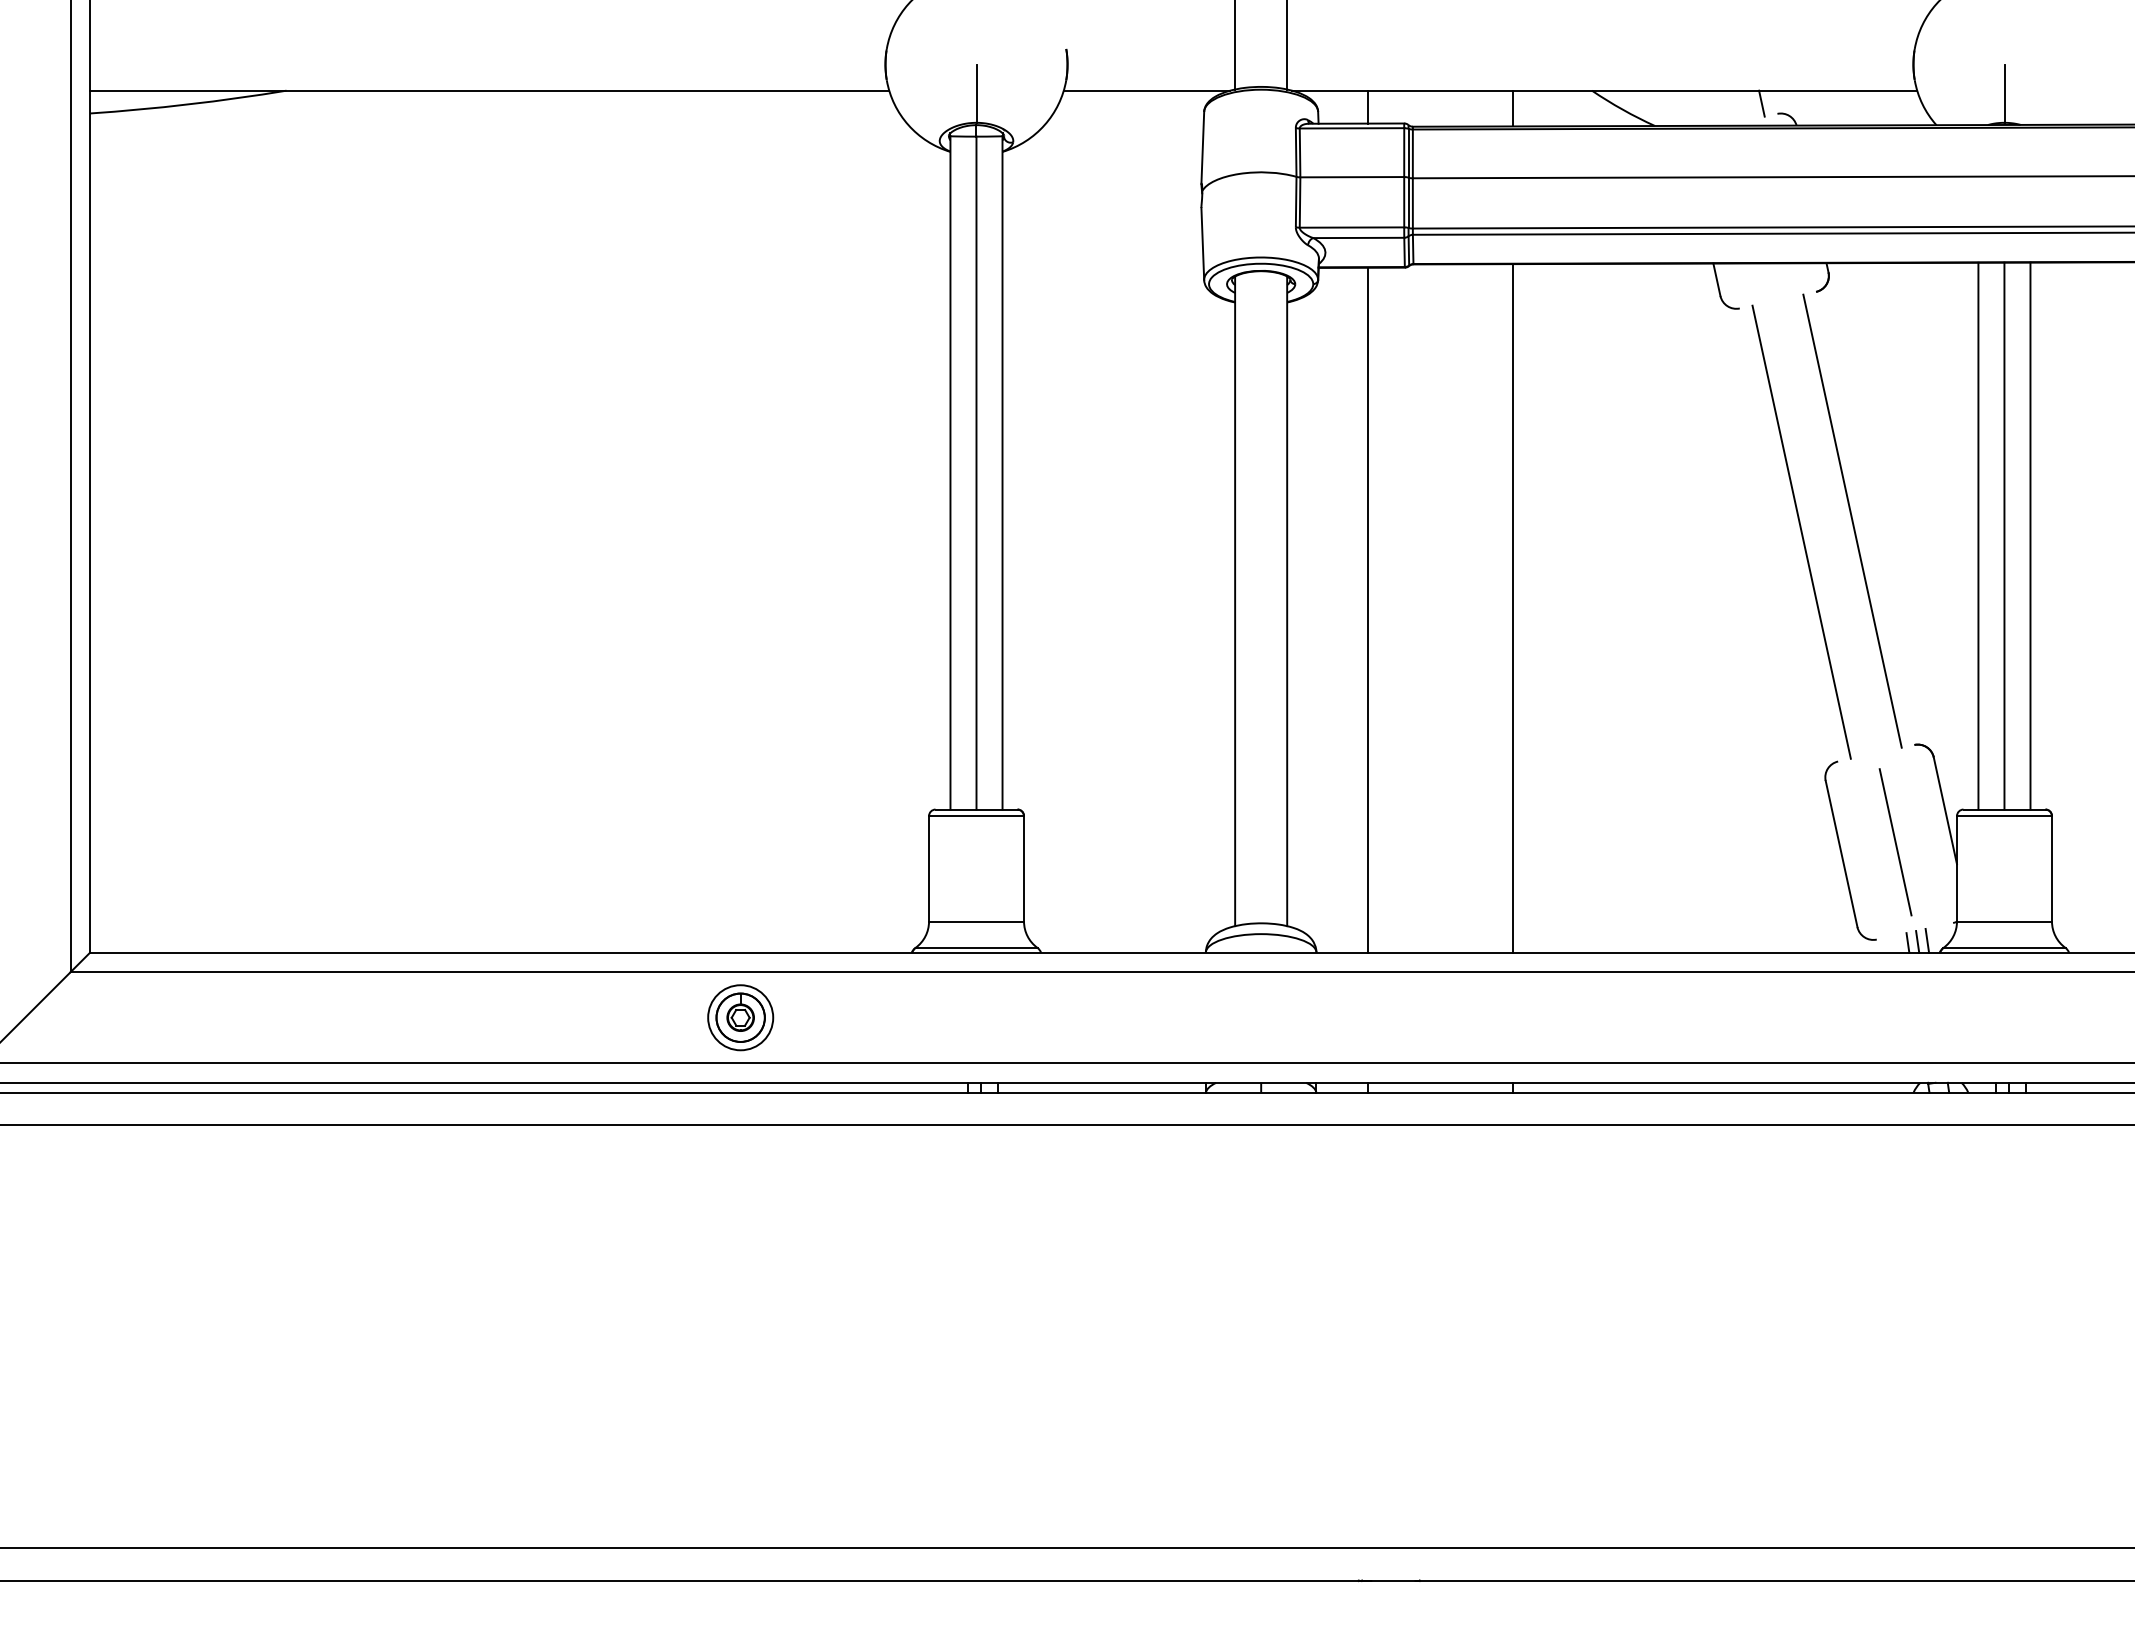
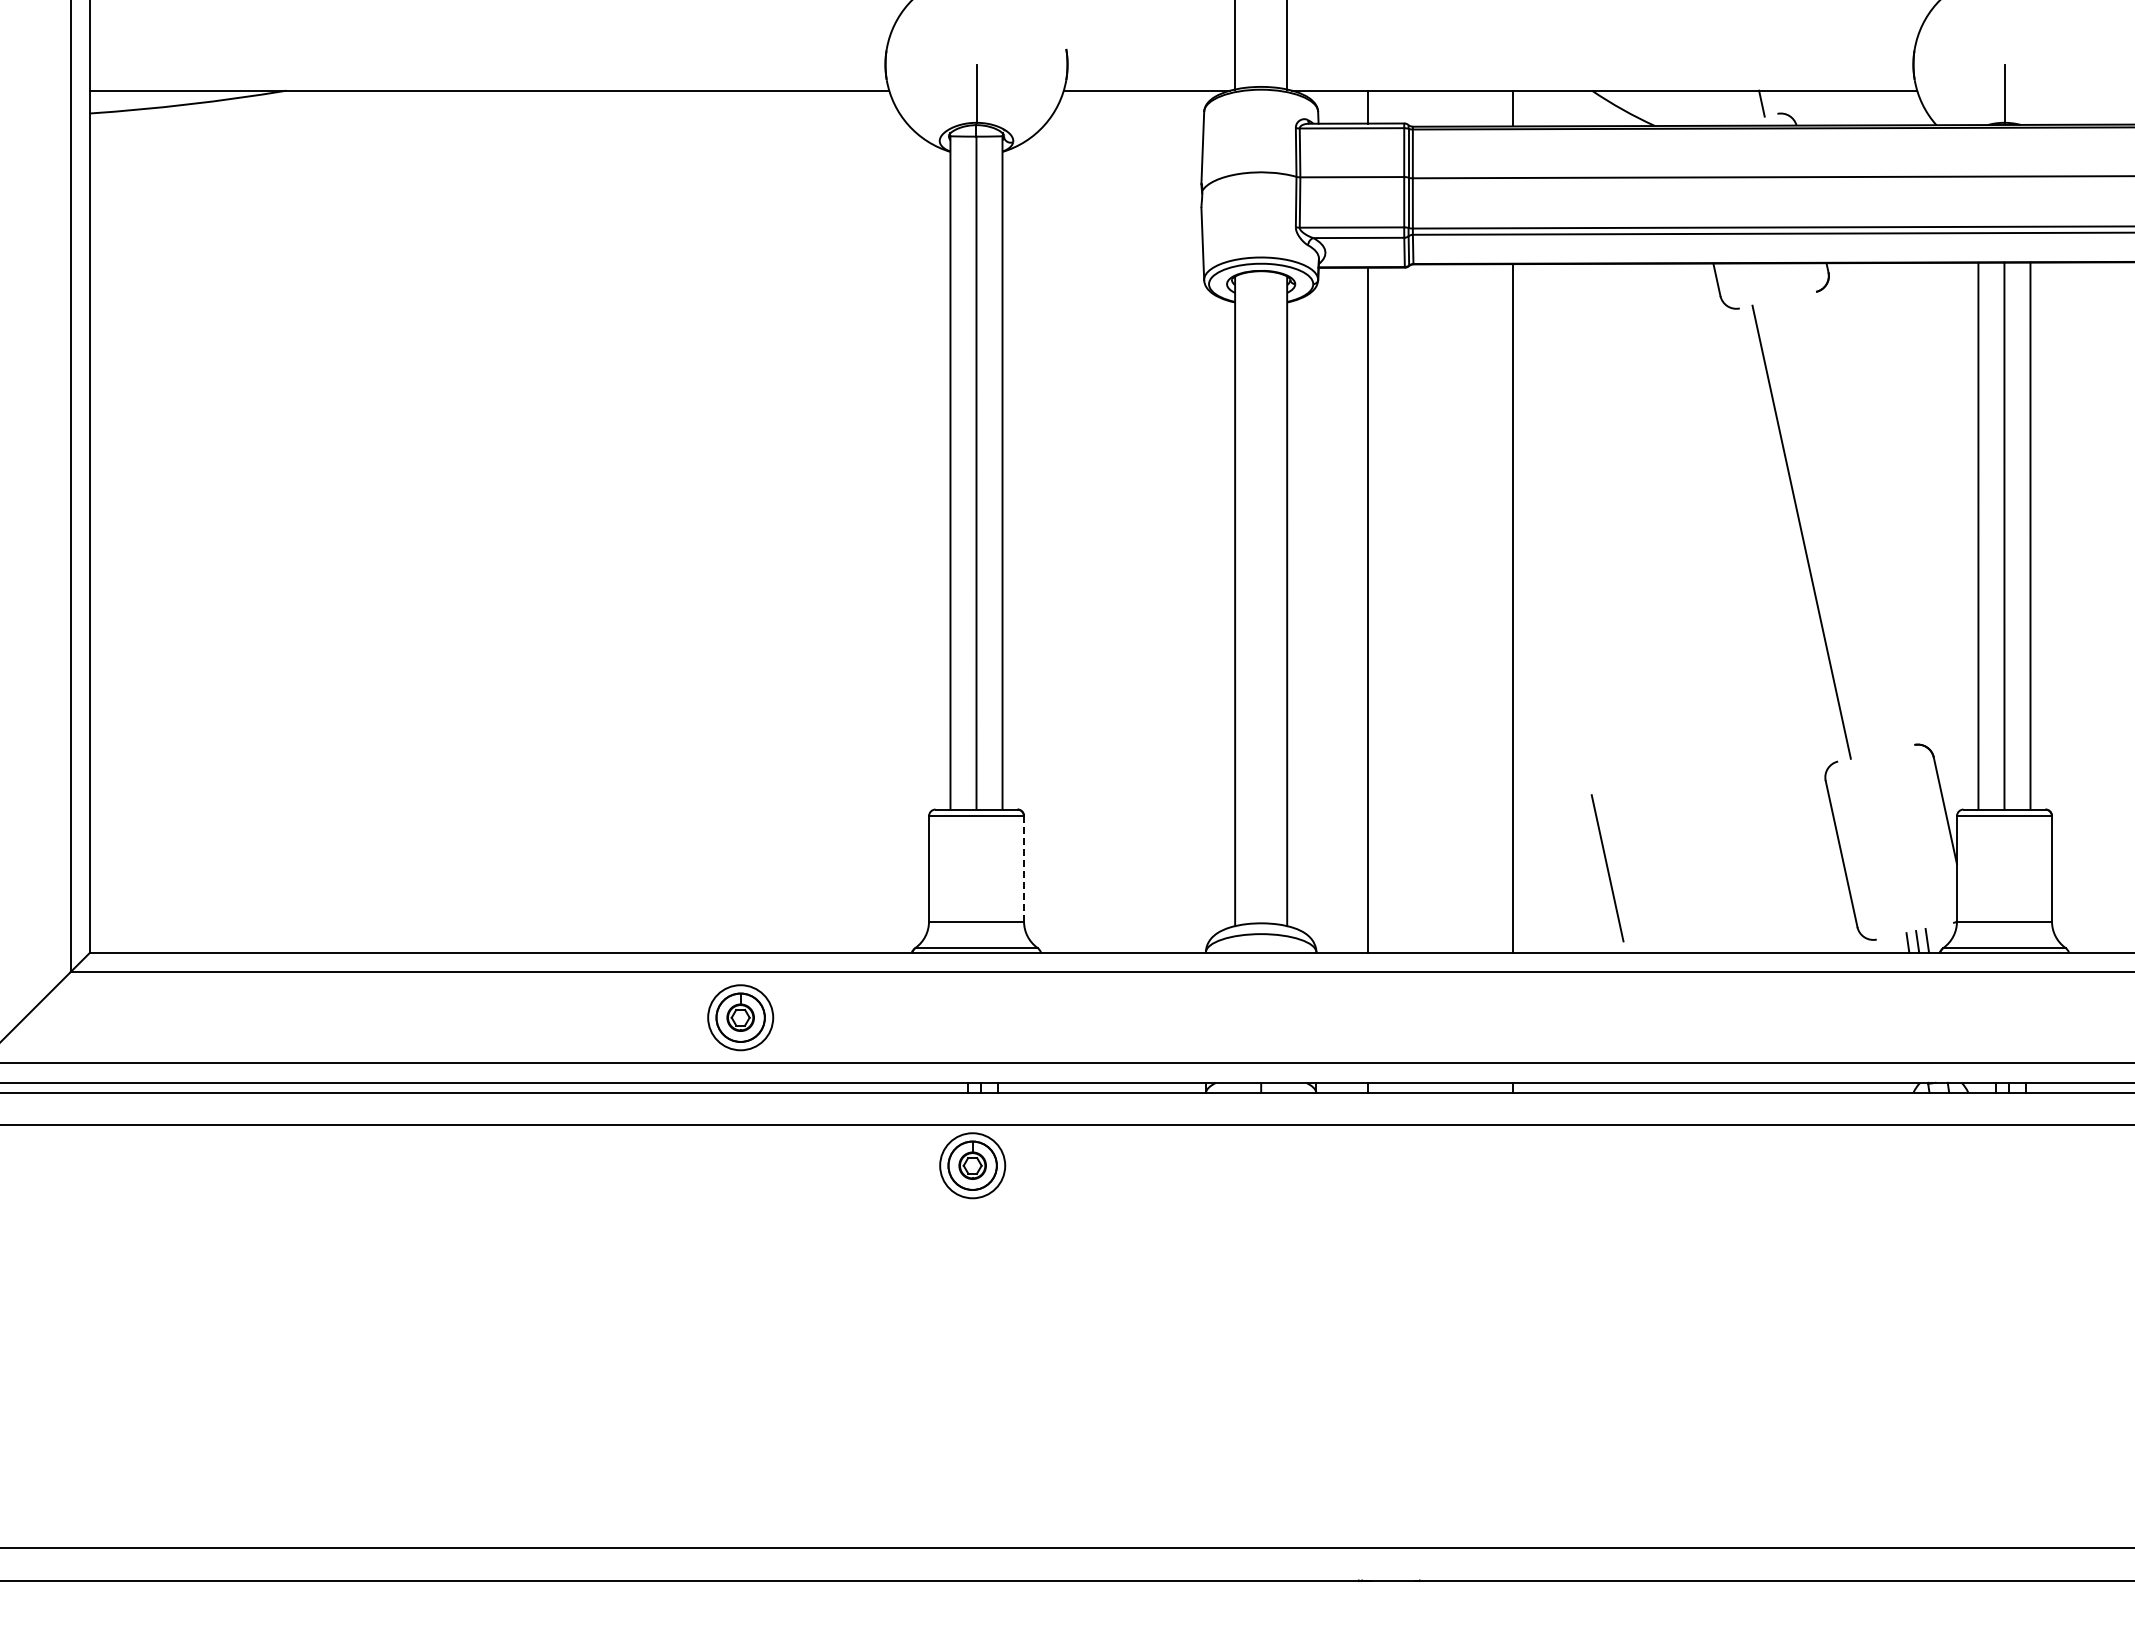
line at (1852, 520): present -> none
line at (1895, 842) position: (1895, 842) -> (1607, 868)
line at (1024, 868): solid -> dashed
part at (972, 1165): none -> present
